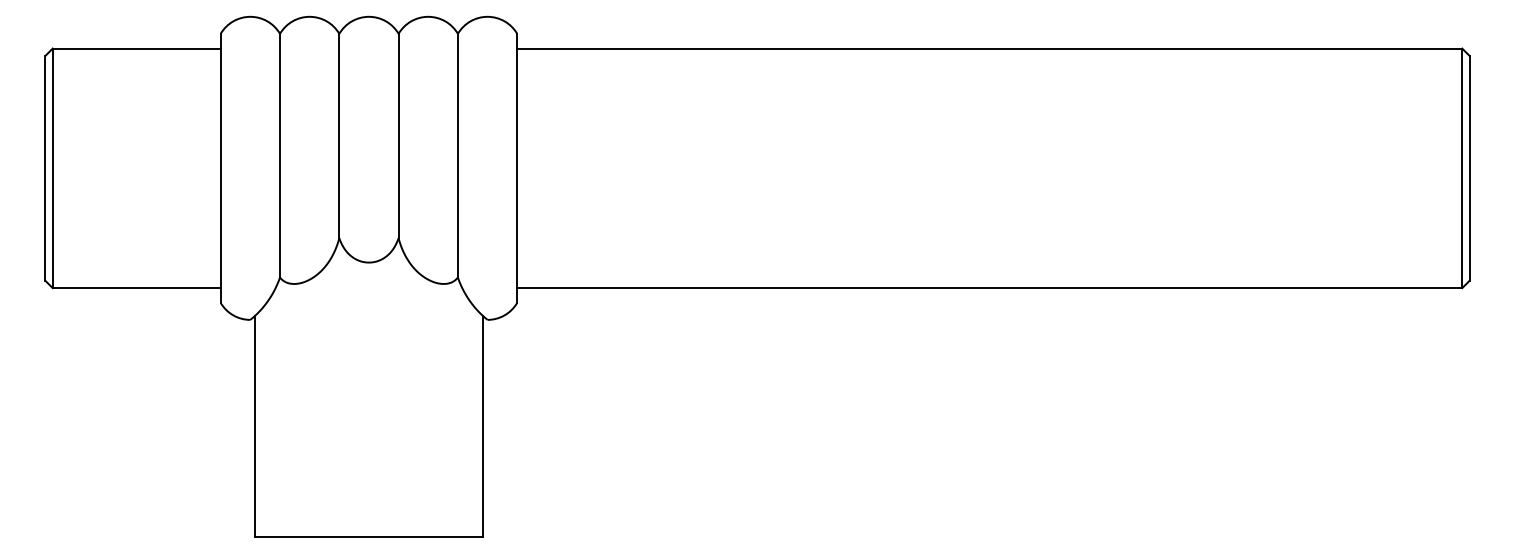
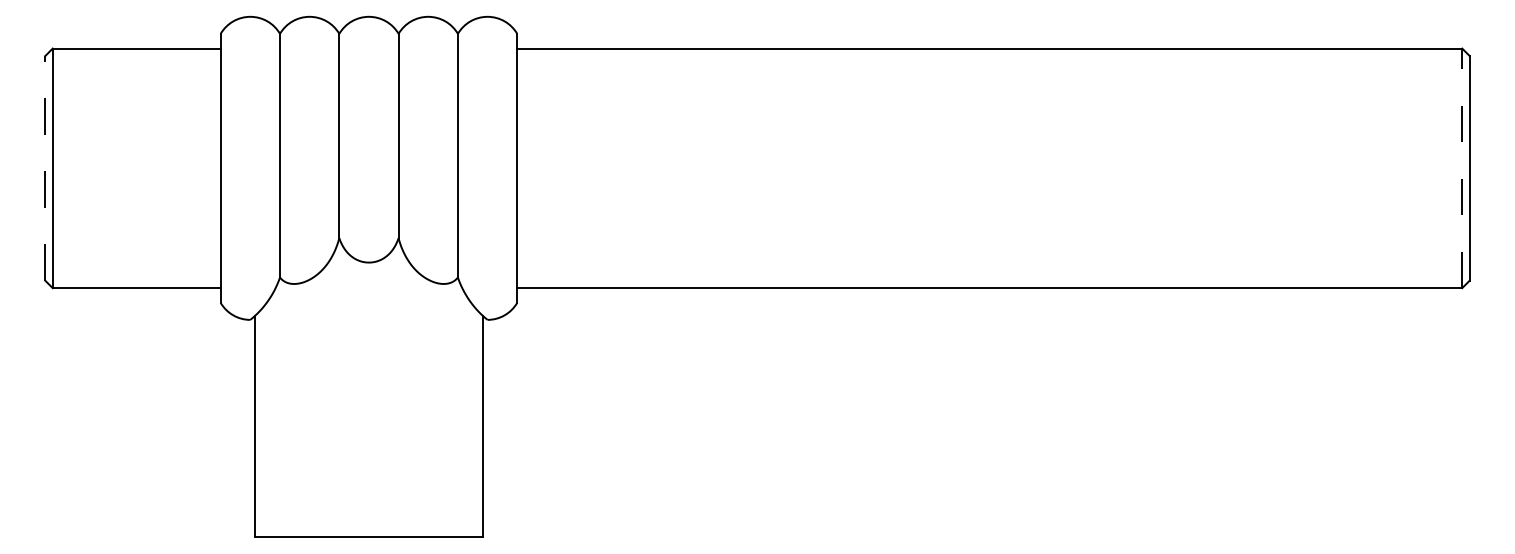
line at (45, 167): solid -> dashed
line at (1462, 168): solid -> dashed
